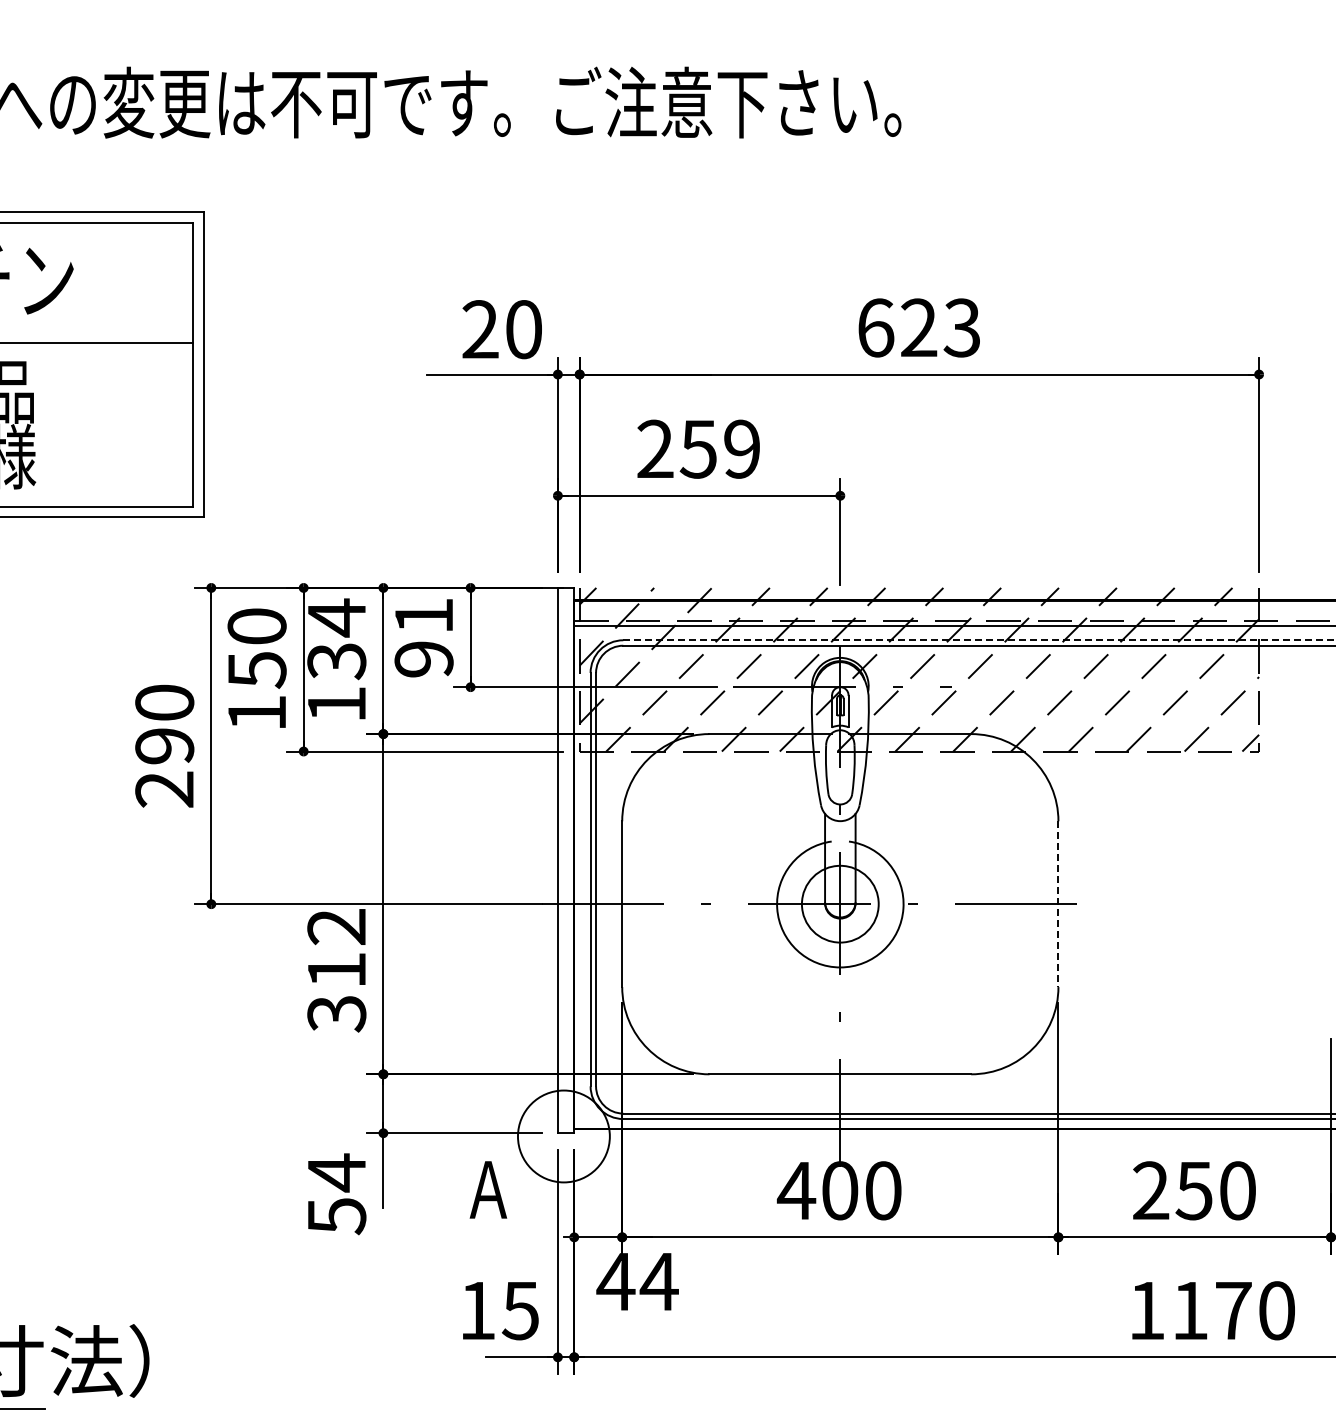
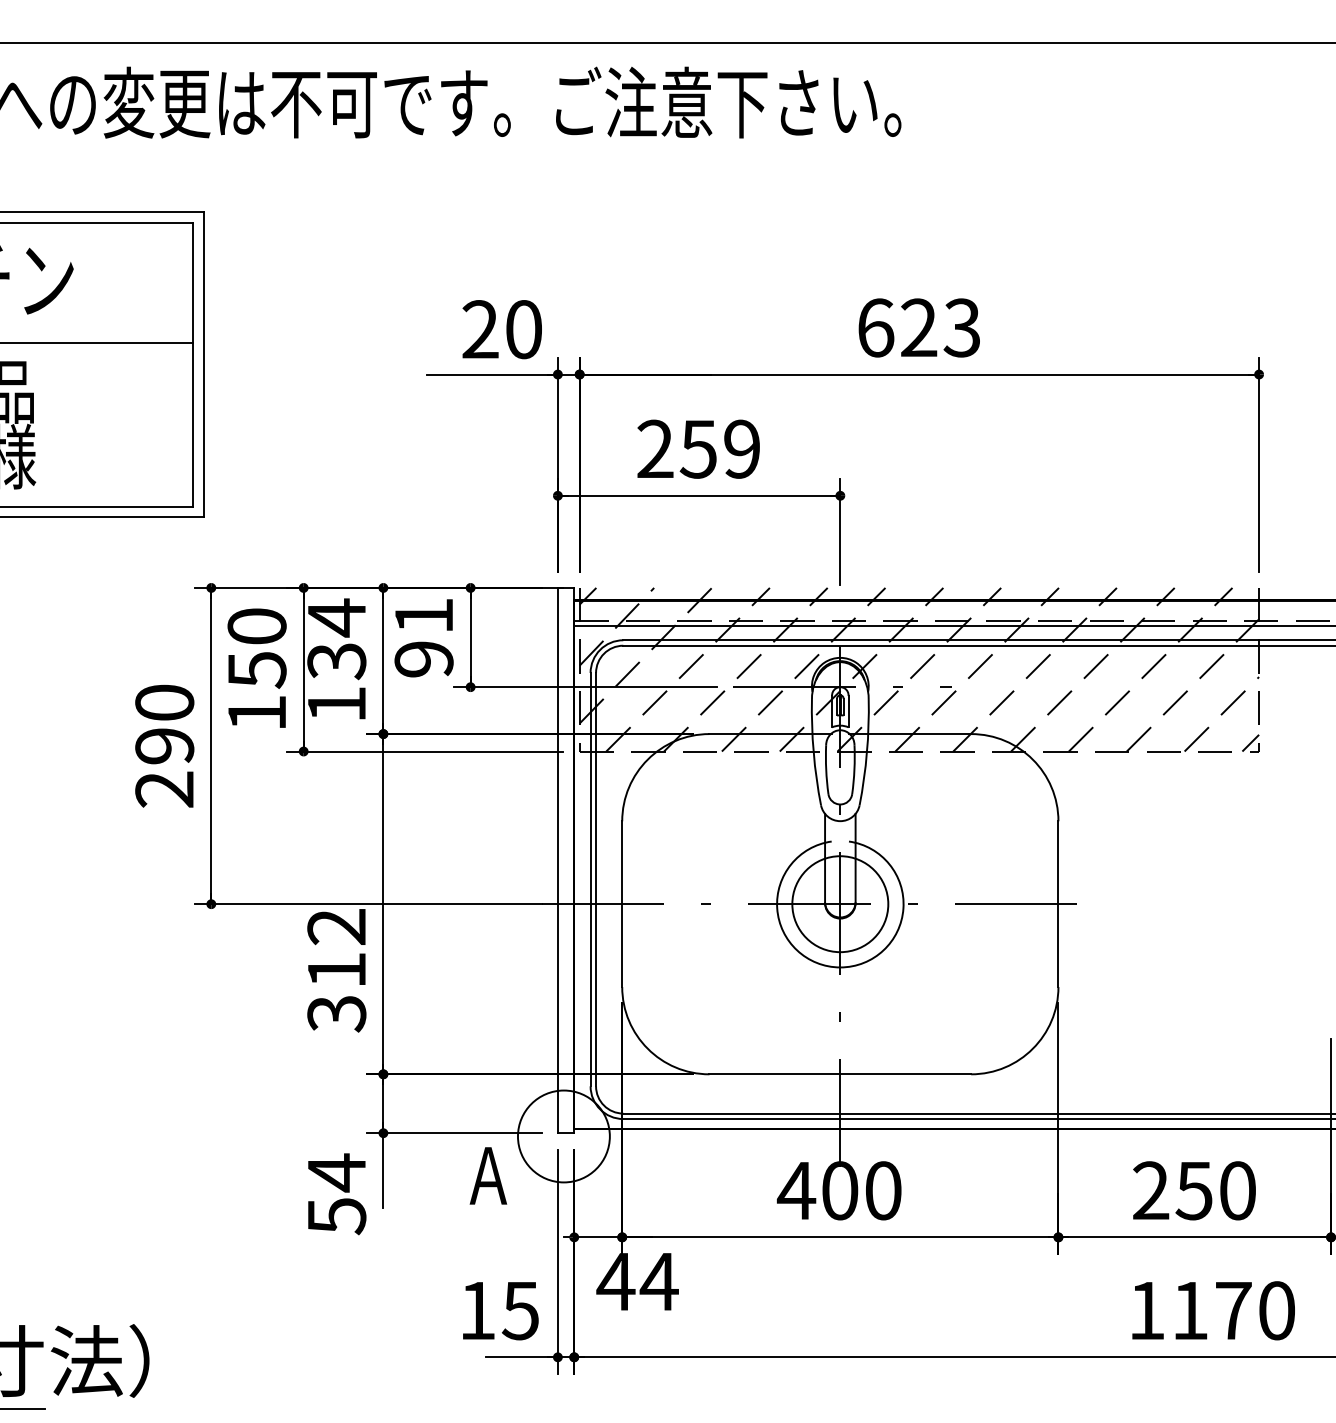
line at (667, 42): none -> present
line at (979, 640): dashed -> solid
circle at (839, 903) diameter: 77 px -> 96 px
line at (1058, 904): dashed -> solid
text at (488, 1189) position: (488, 1189) -> (488, 1175)
